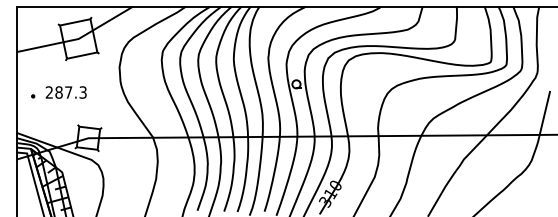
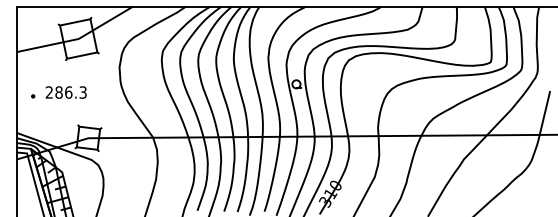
text at (68, 92): 287.3 -> 286.3
